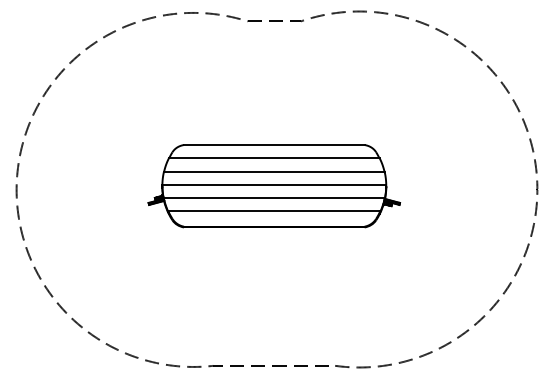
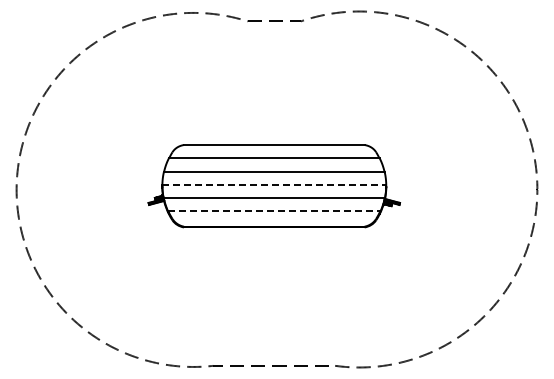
line at (274, 184): solid -> dashed
line at (274, 211): solid -> dashed
